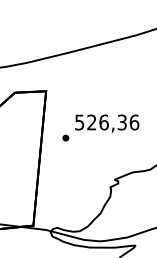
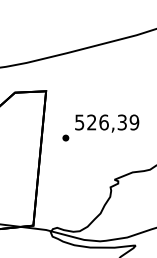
text at (134, 122): 526,36 -> 526,39
